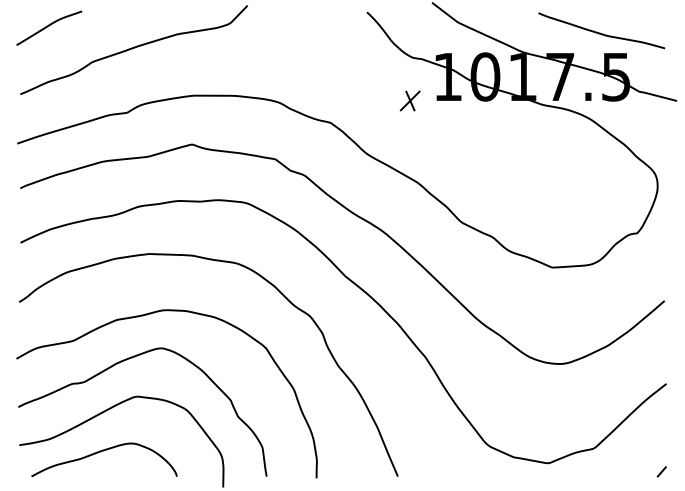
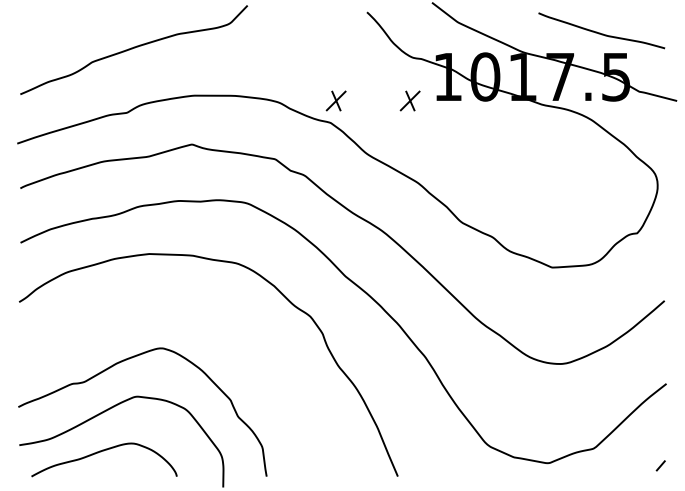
curve at (49, 26): present -> none
part at (335, 100): none -> present
curve at (147, 315): present -> none
line at (661, 471) position: (661, 471) -> (660, 465)
